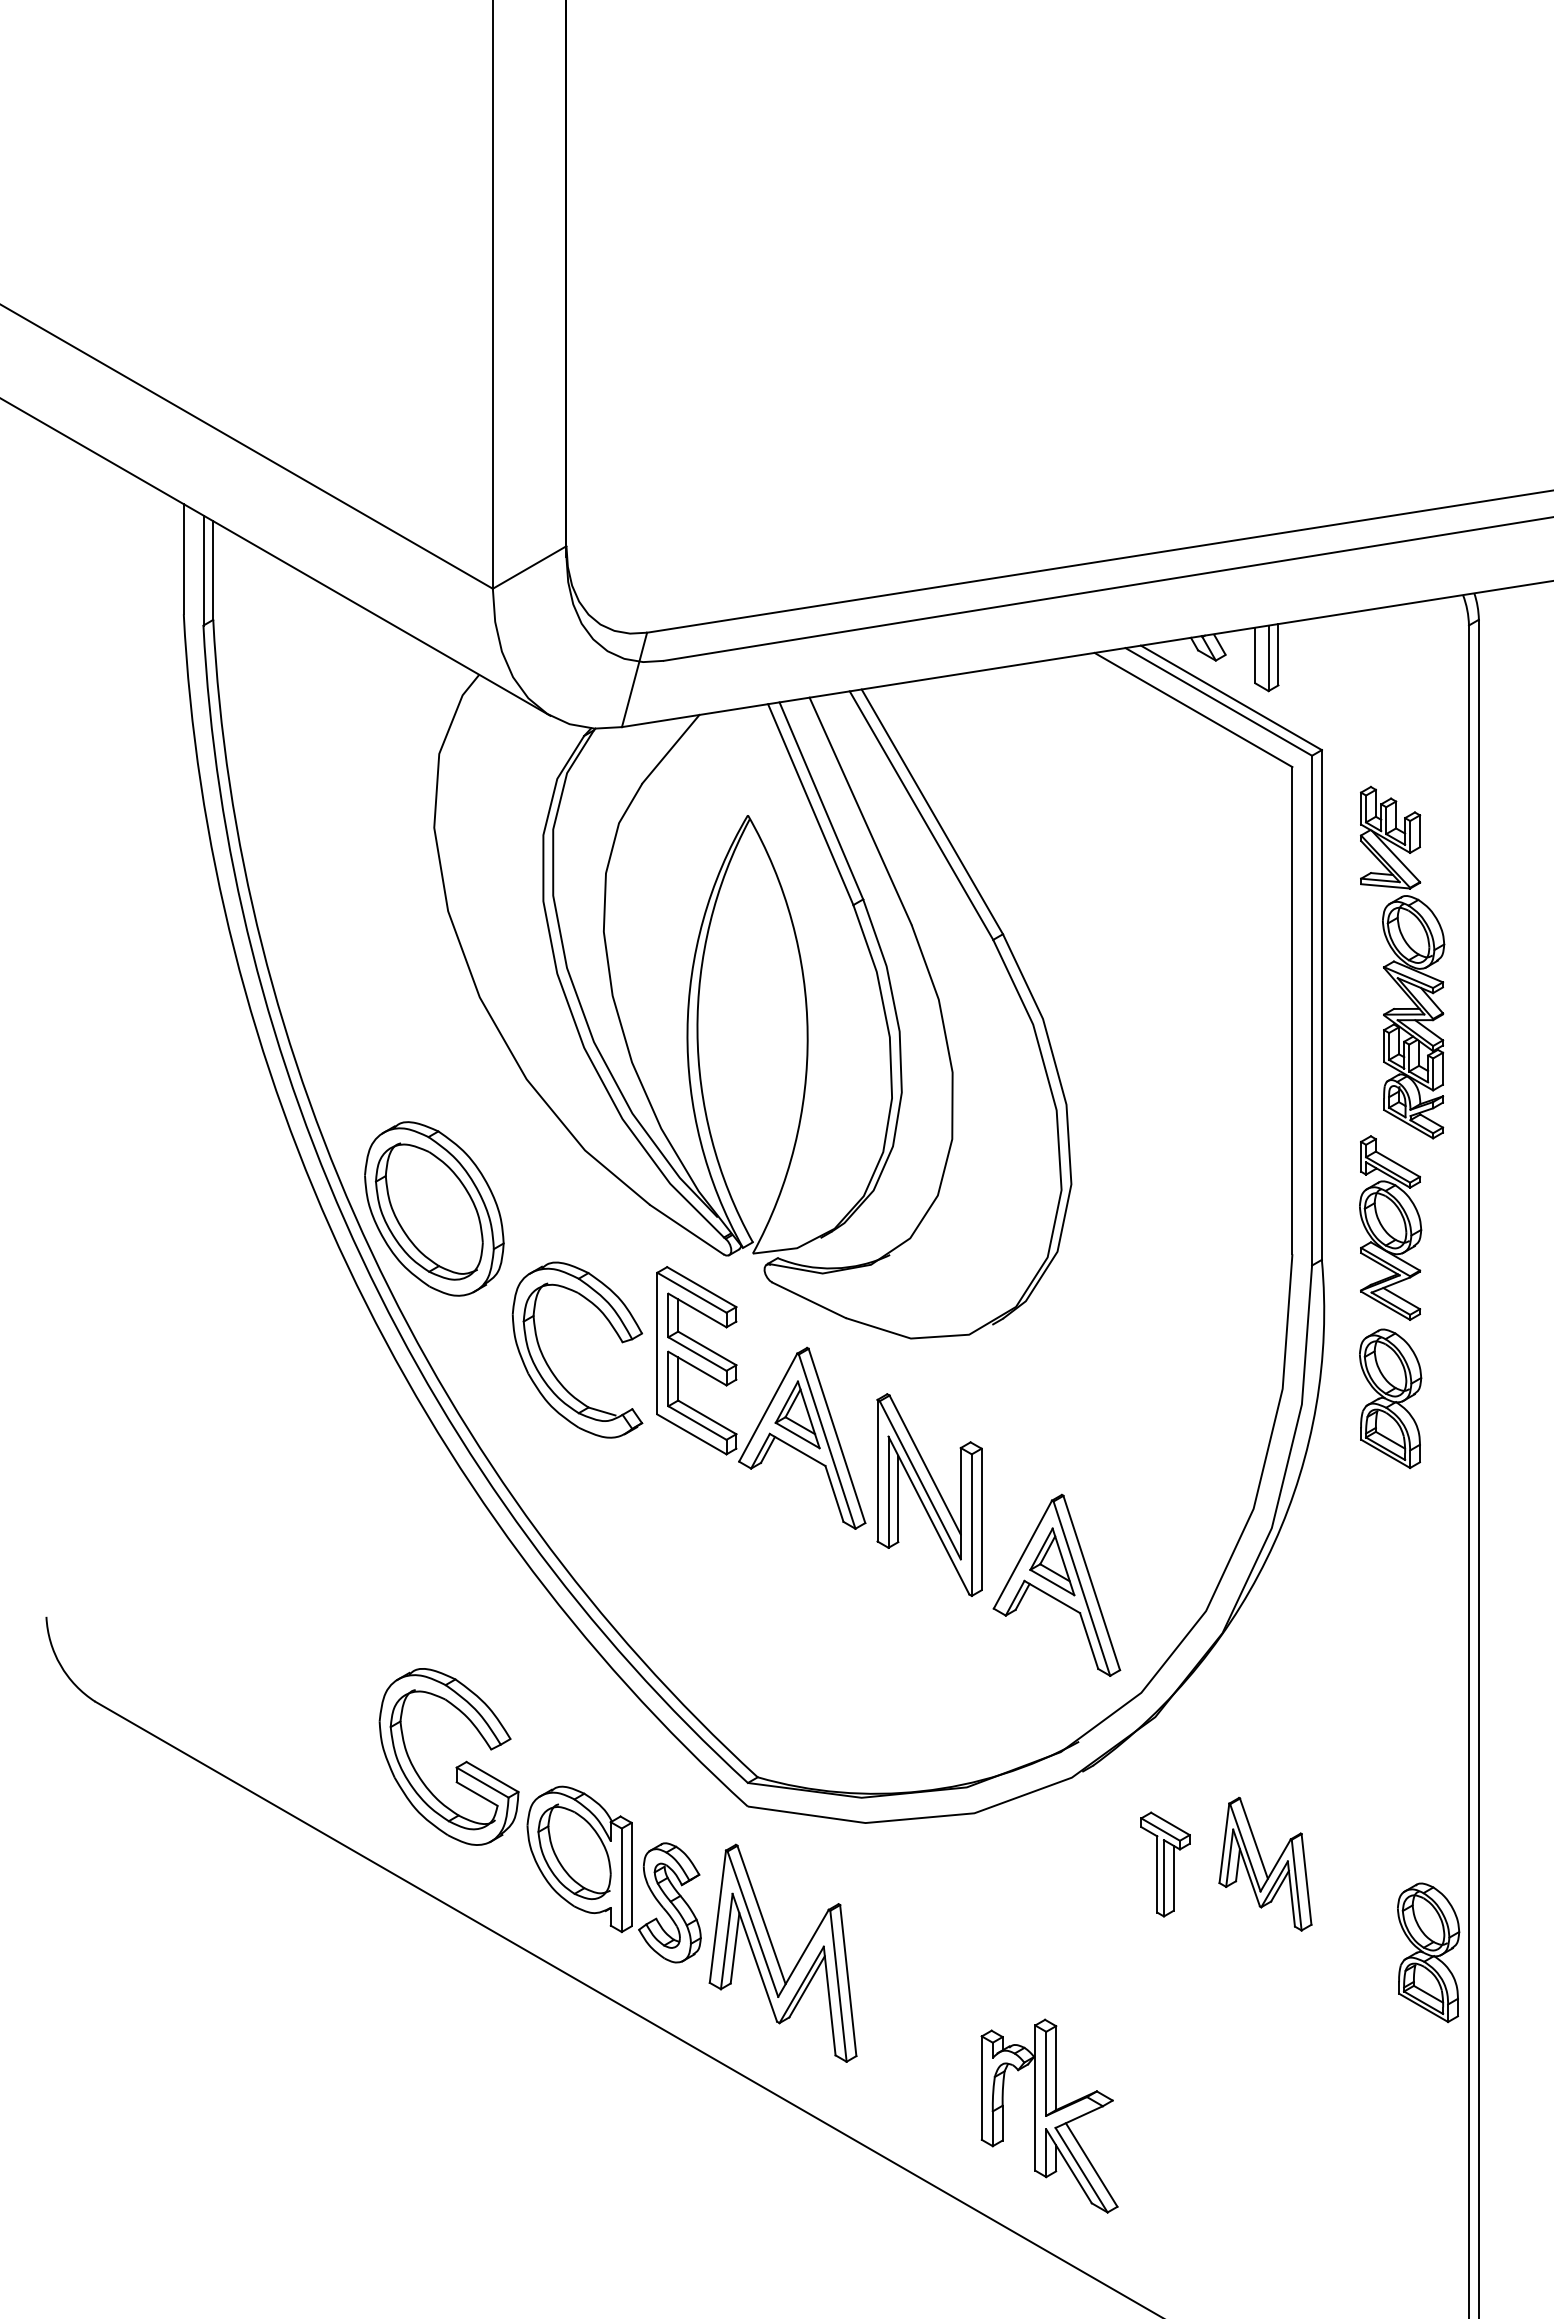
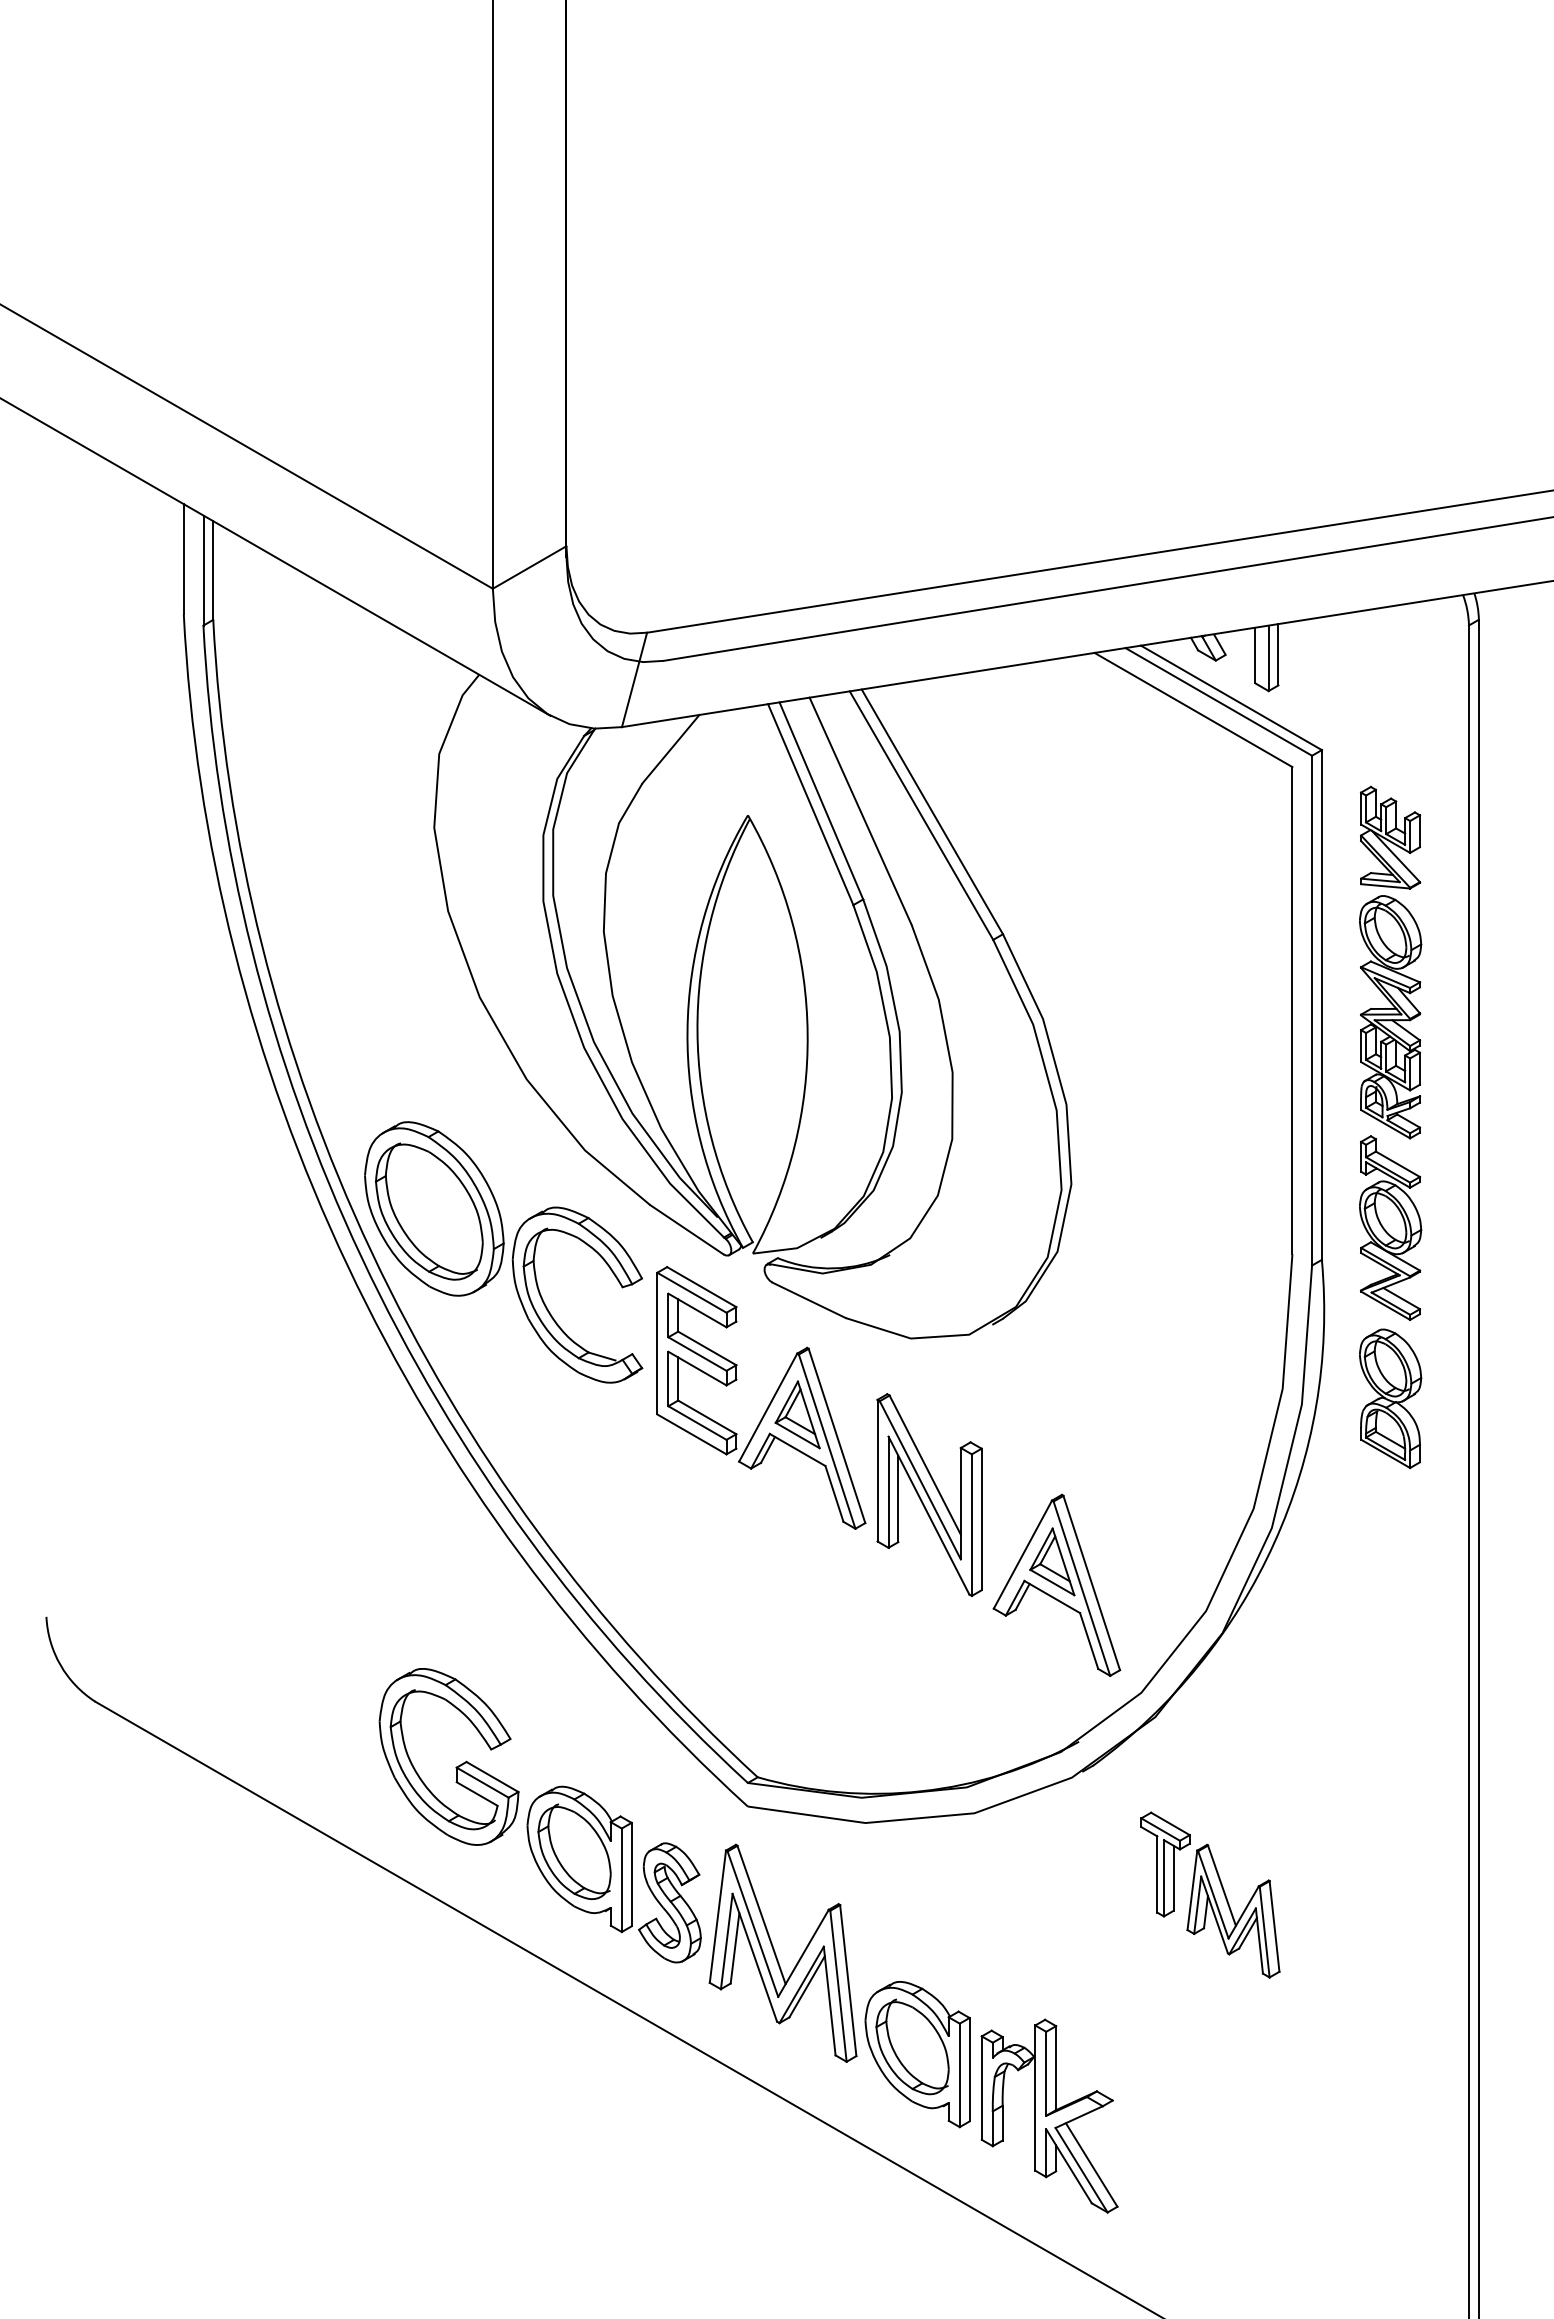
part at (1413, 1017) position: (1413, 1017) -> (1390, 1017)
part at (550, 1367) position: (550, 1367) -> (550, 1312)
part at (1265, 1864) position: (1265, 1864) -> (1233, 1911)
part at (1428, 1952): present -> none
part at (917, 2054): none -> present
